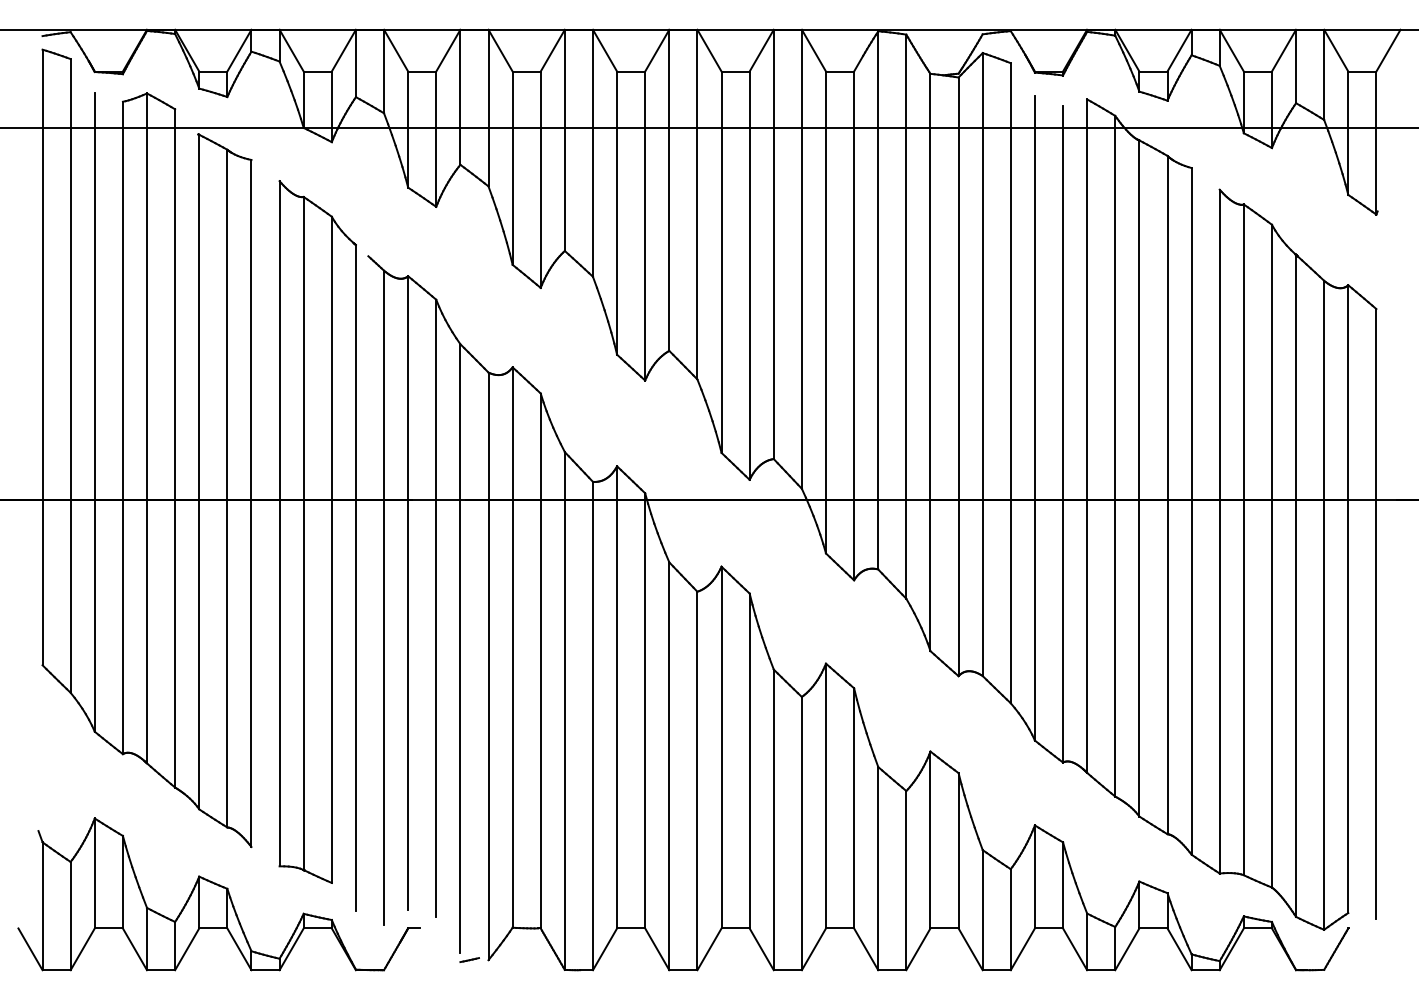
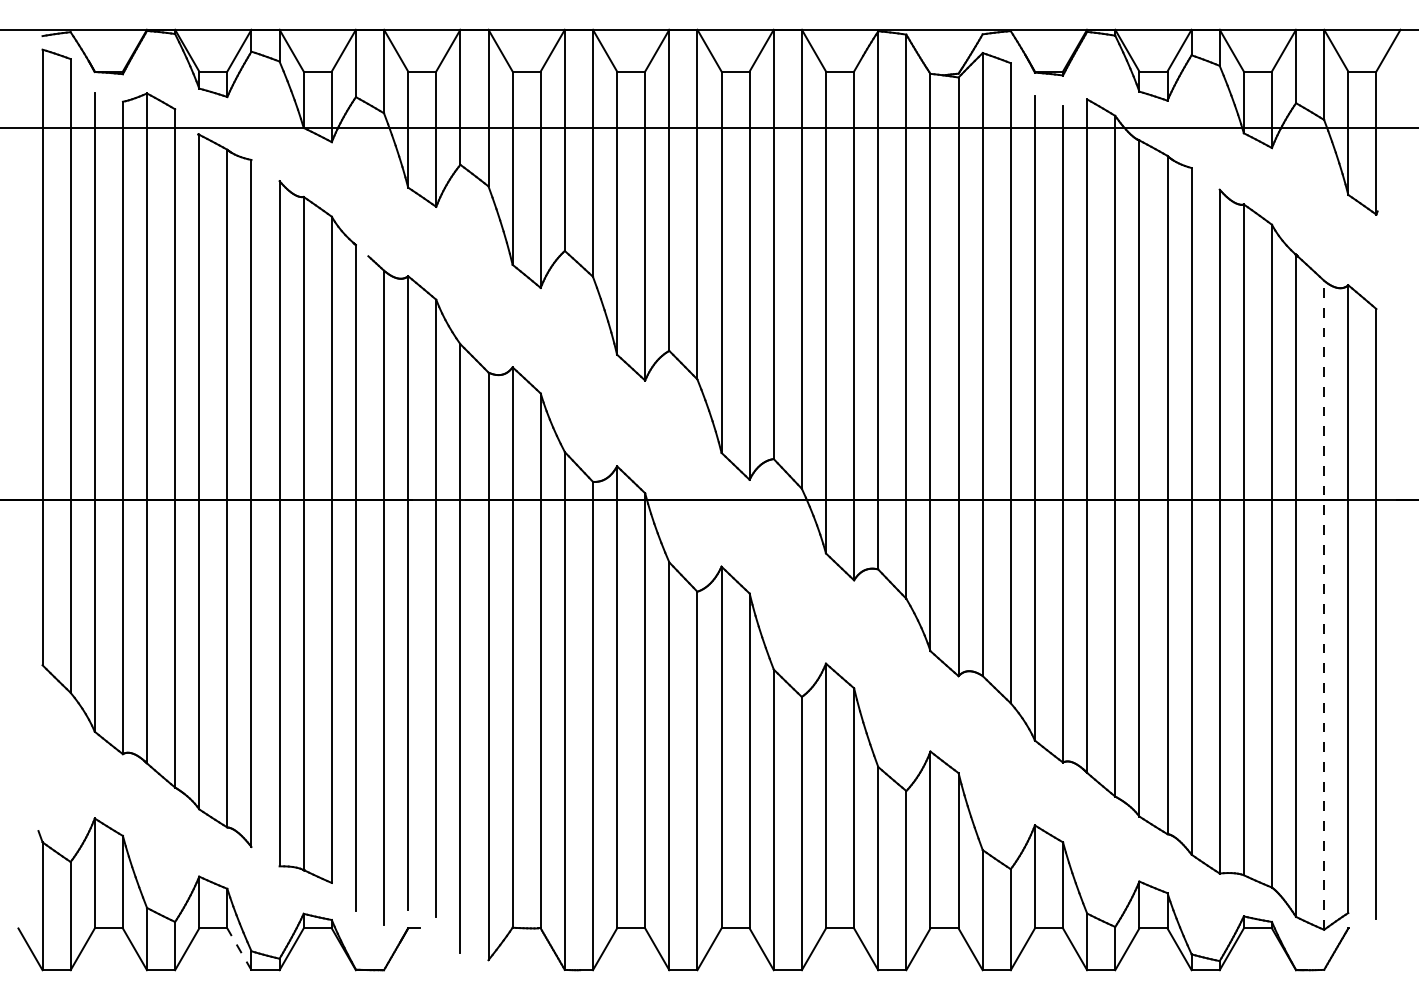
line at (1324, 605): solid -> dashed
line at (239, 948): solid -> dashed
line at (469, 959): present -> none
